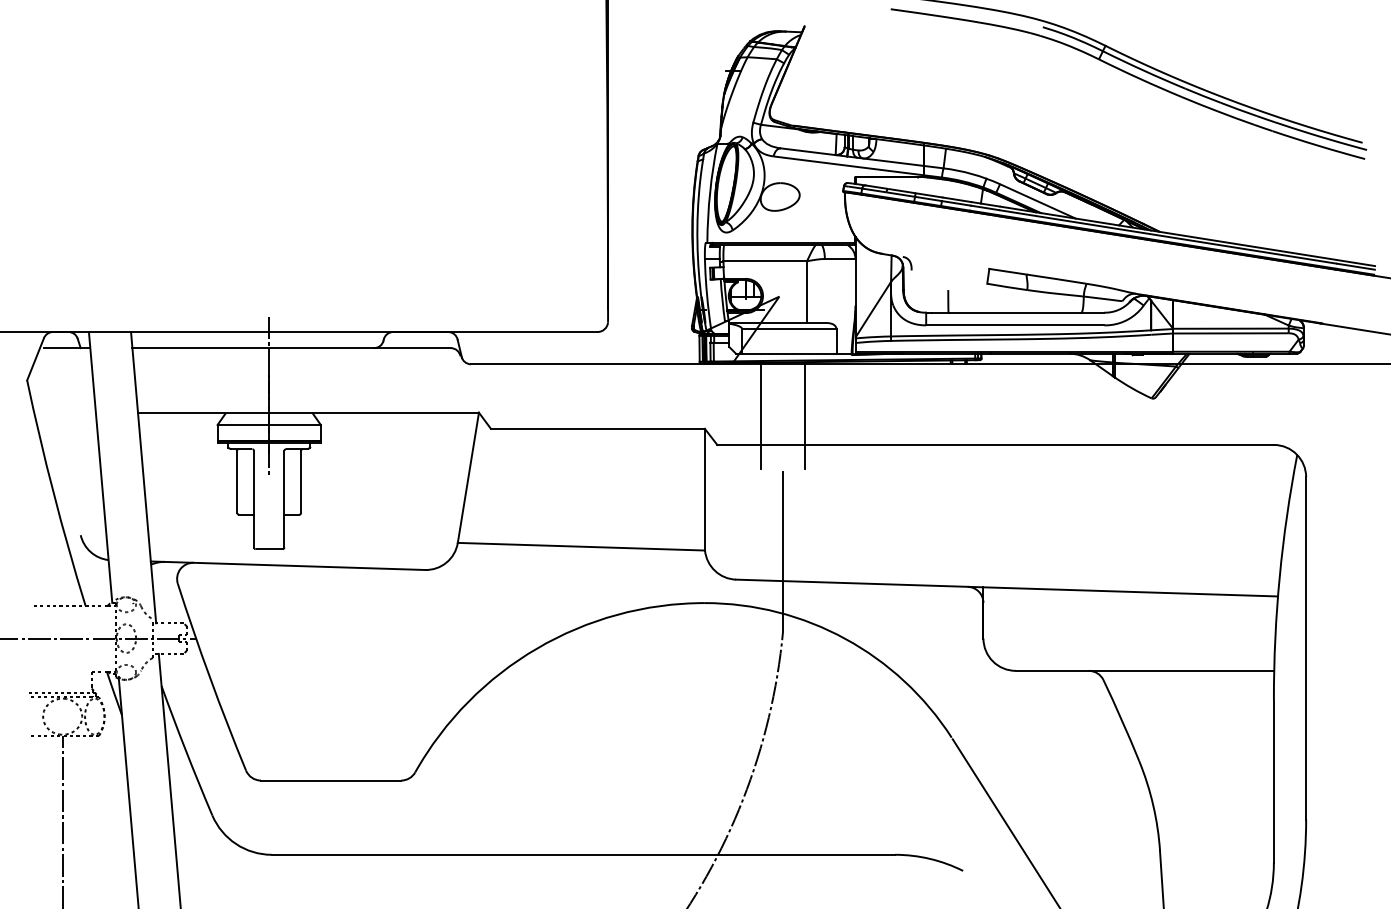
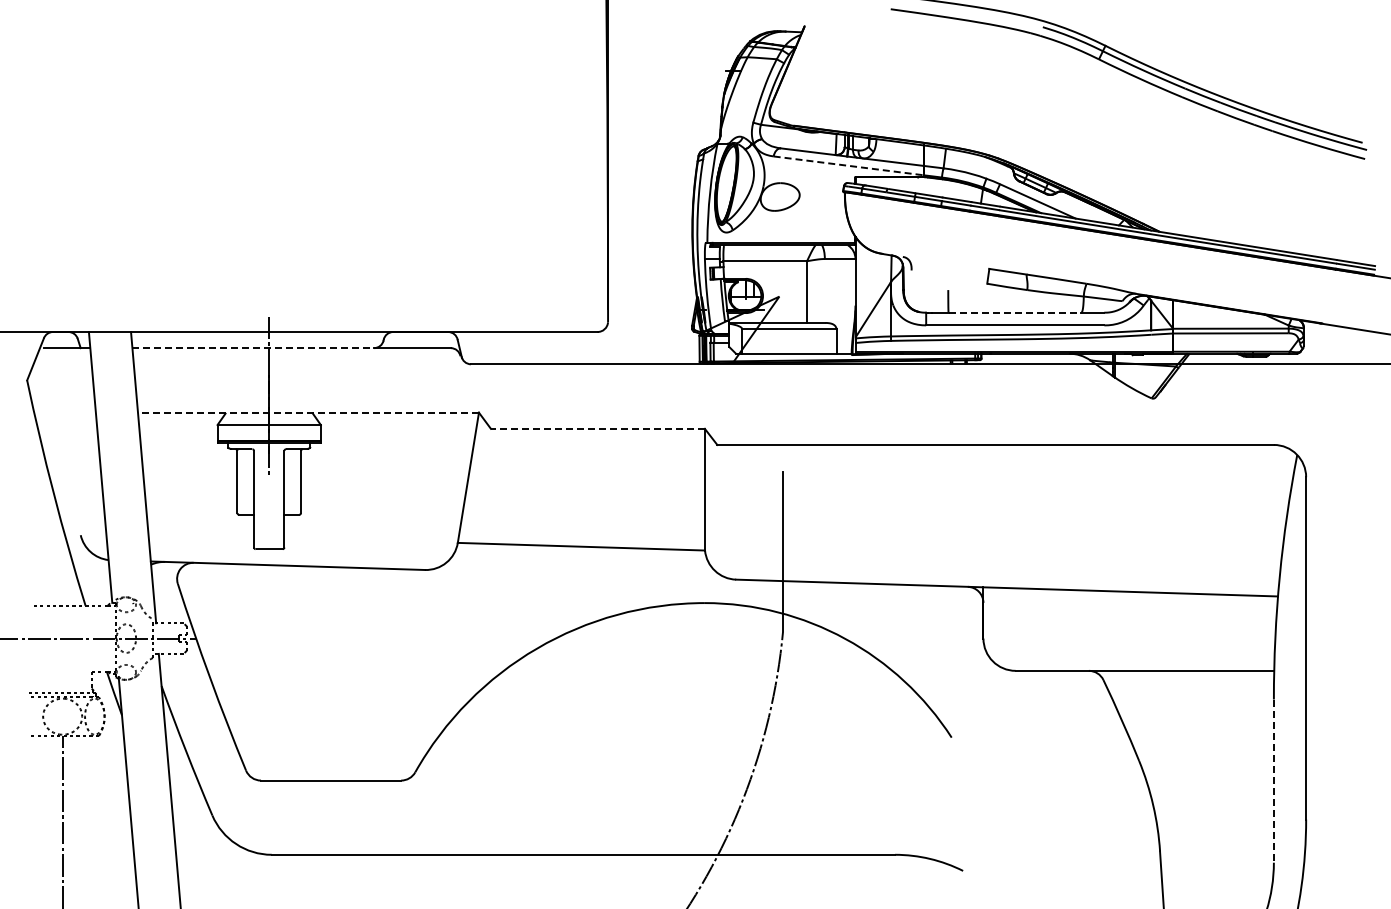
line at (848, 165): solid -> dashed
line at (1015, 312): solid -> dashed
line at (253, 348): solid -> dashed
line at (307, 412): solid -> dashed
line at (761, 416): present -> none
line at (805, 416): present -> none
line at (597, 428): solid -> dashed
line at (1273, 781): solid -> dashed
line at (1005, 822): present -> none
